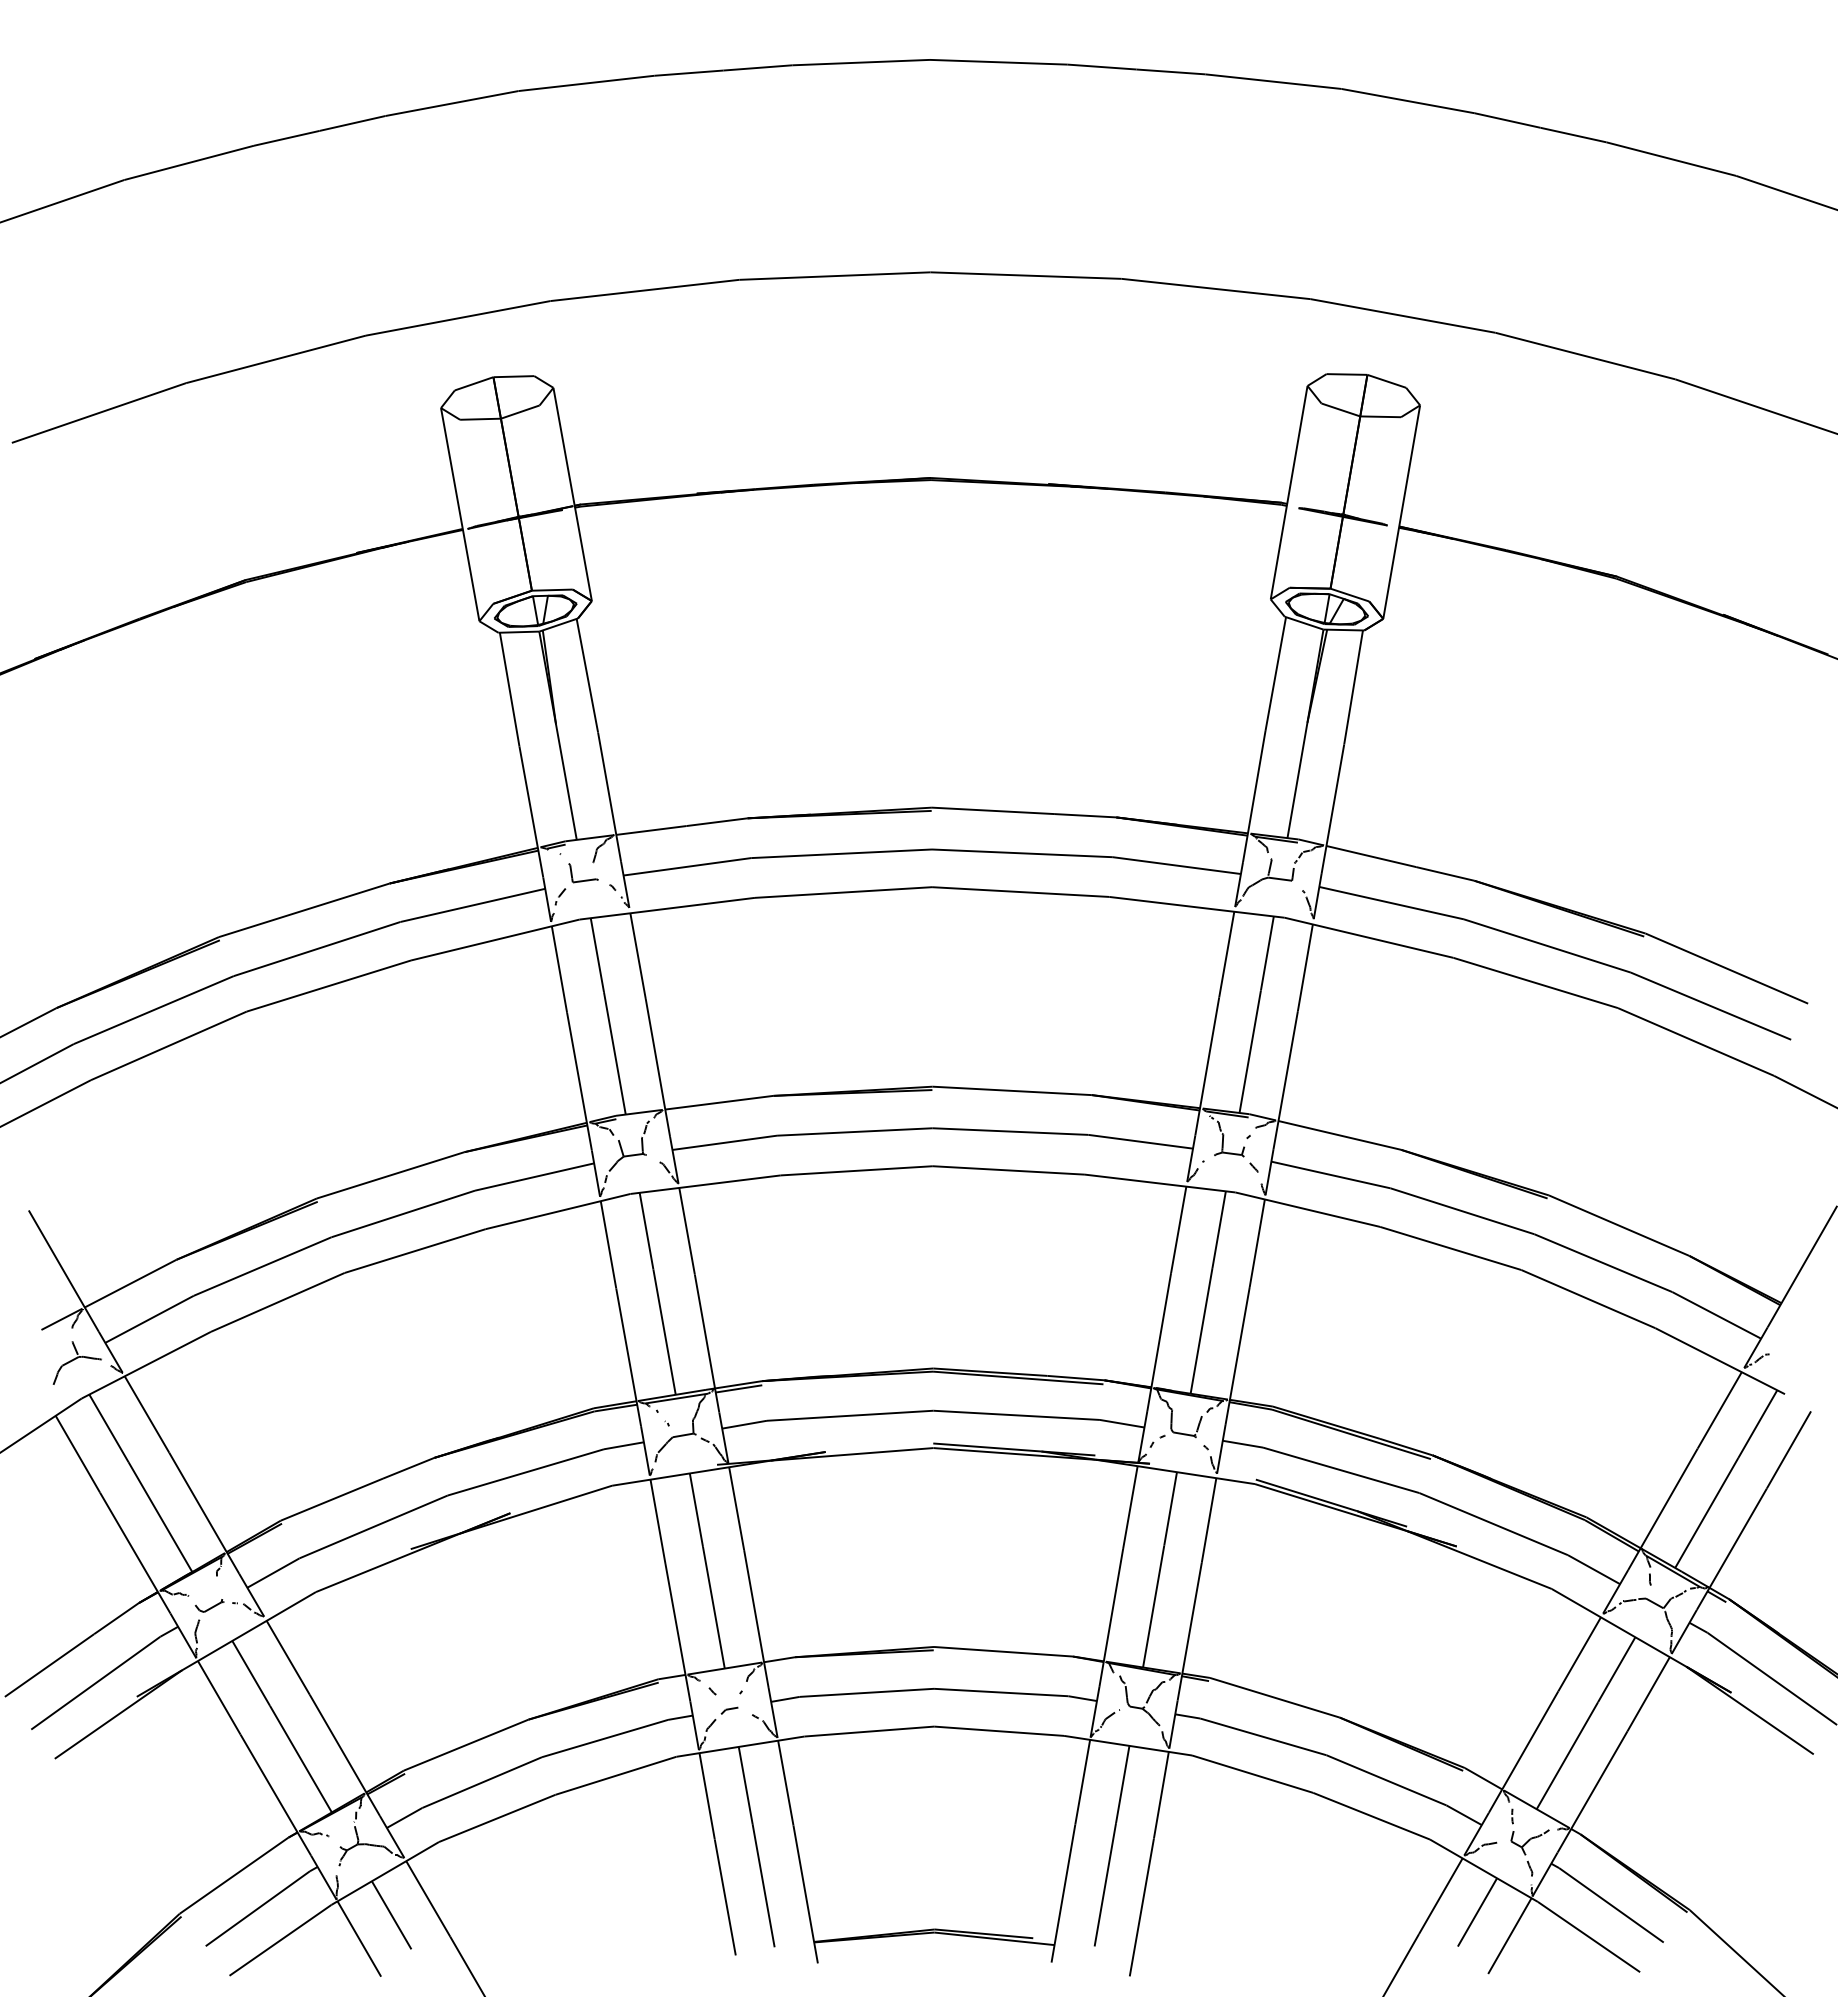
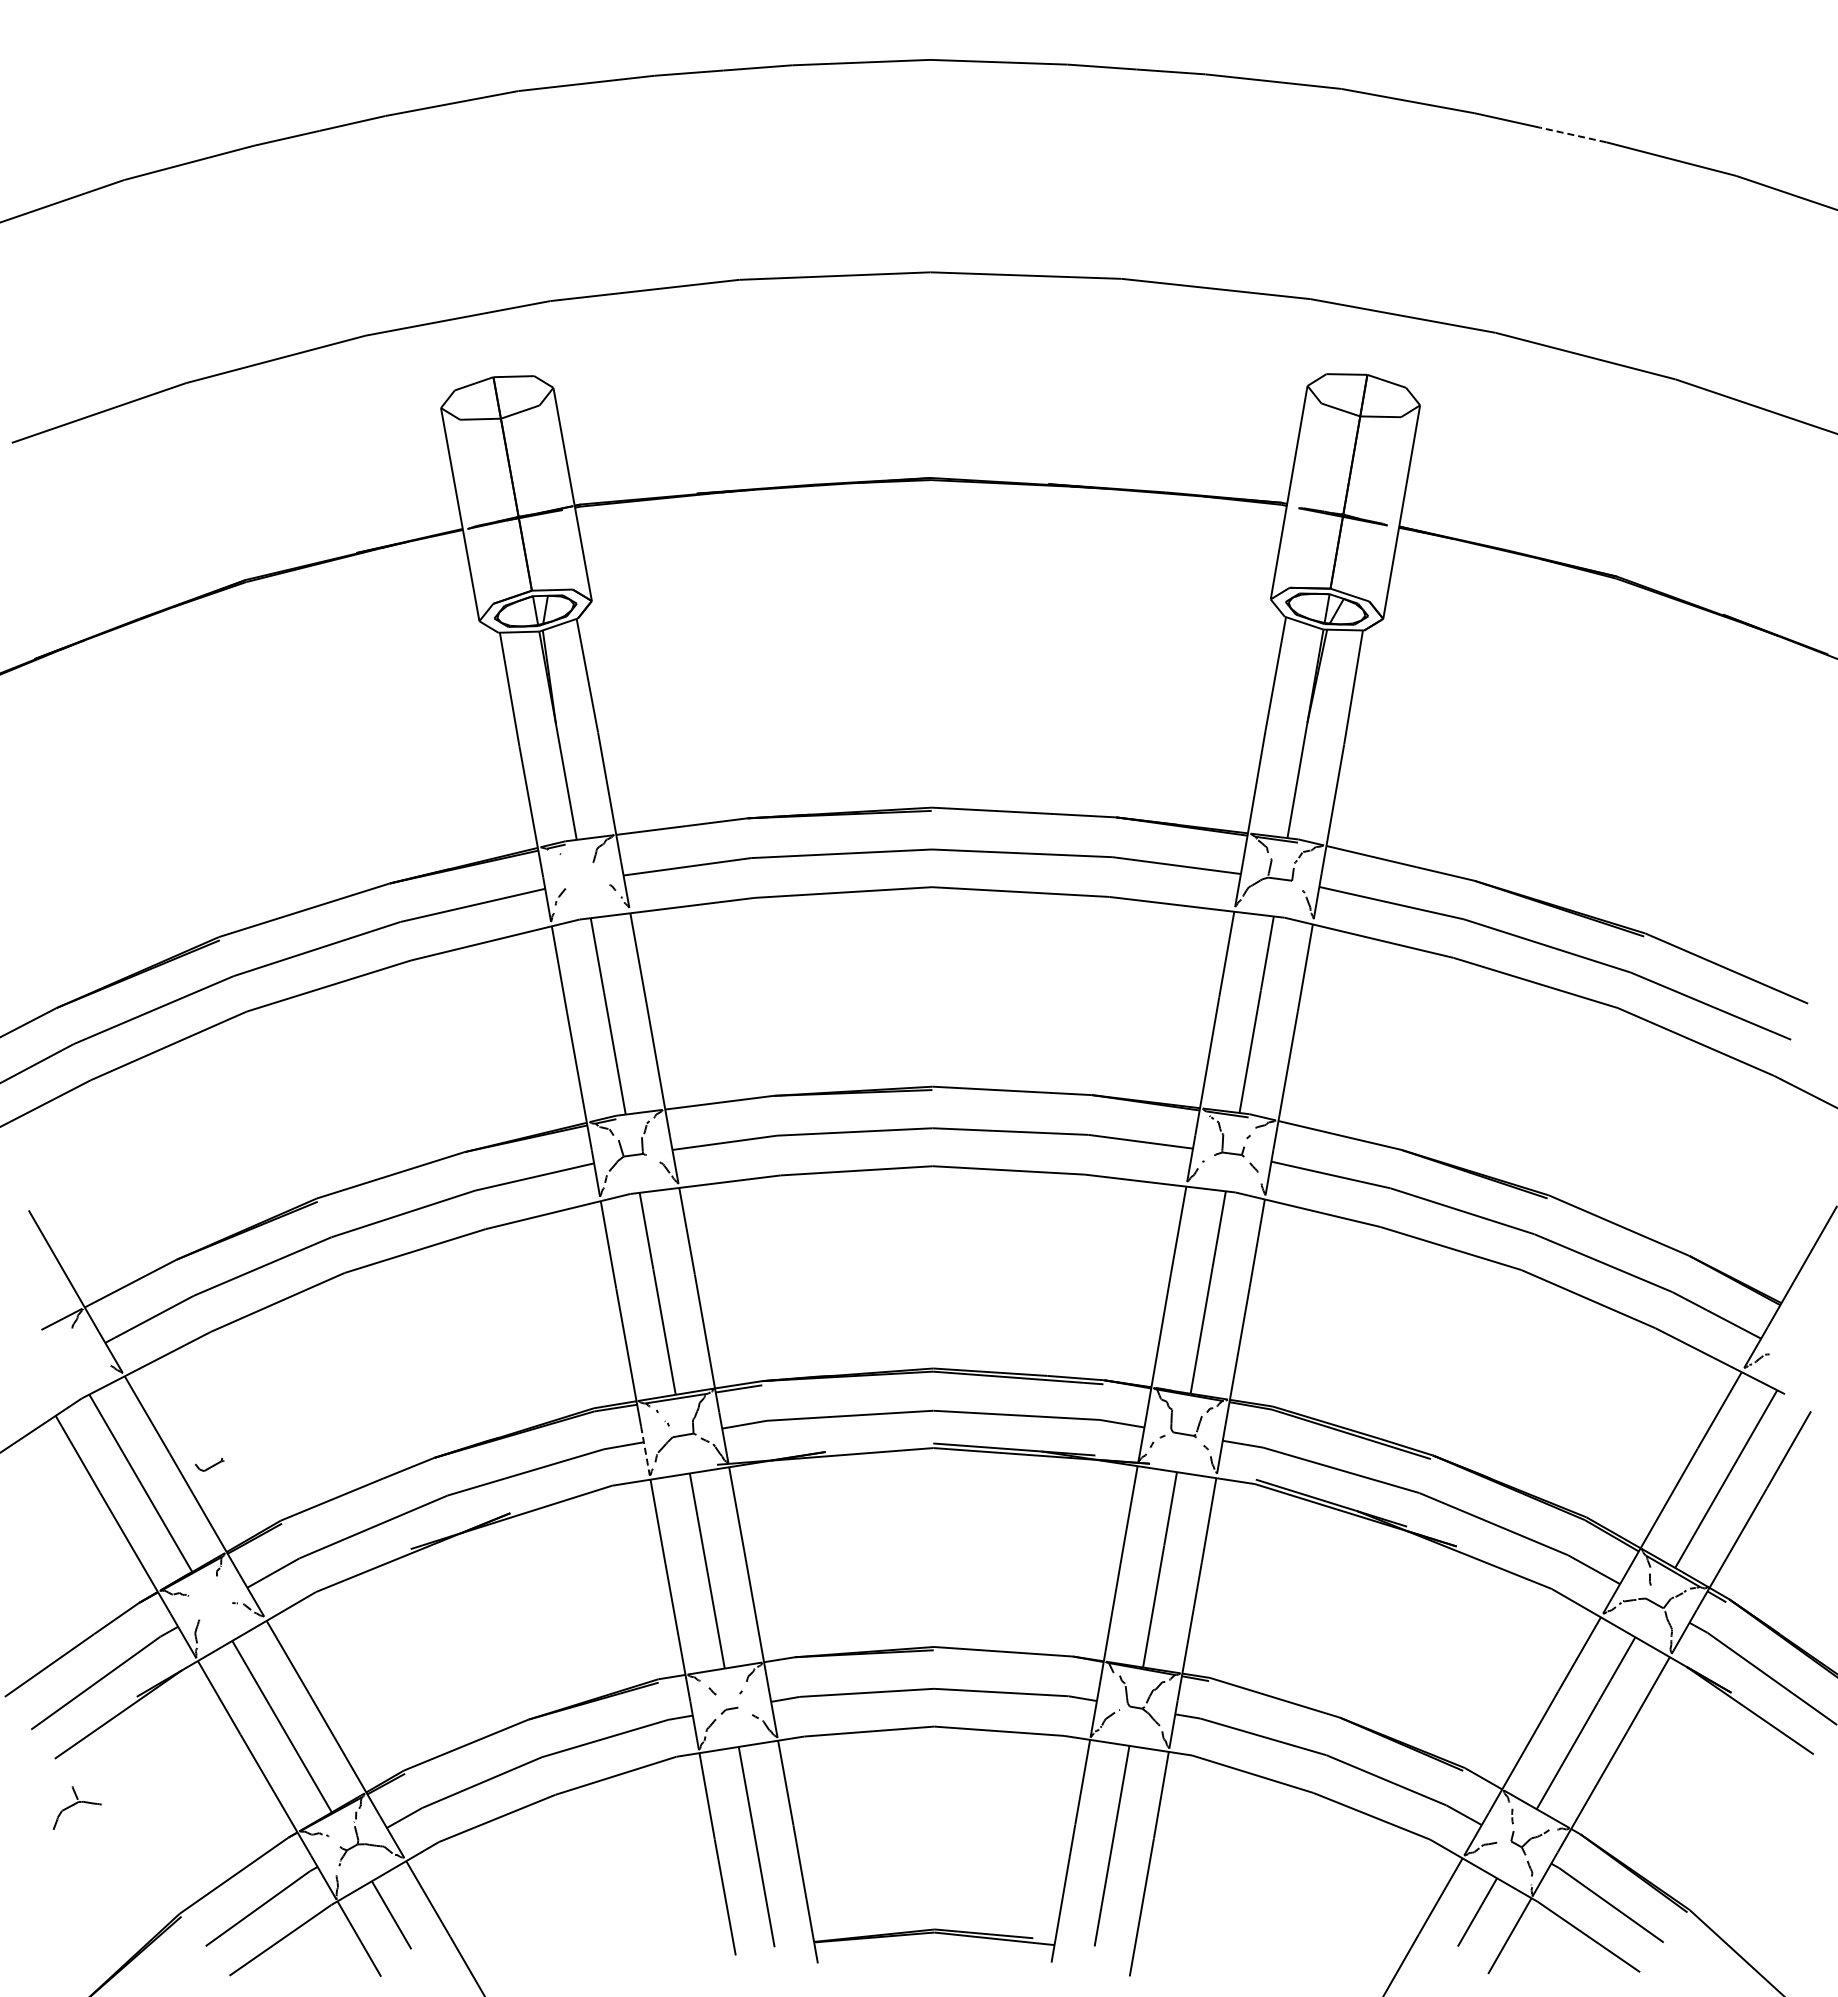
line at (1573, 135): solid -> dashed
part at (585, 879): present -> none
part at (76, 1362) position: (76, 1362) -> (76, 1807)
line at (645, 1451): solid -> dashed
part at (209, 1605) position: (209, 1605) -> (209, 1464)
